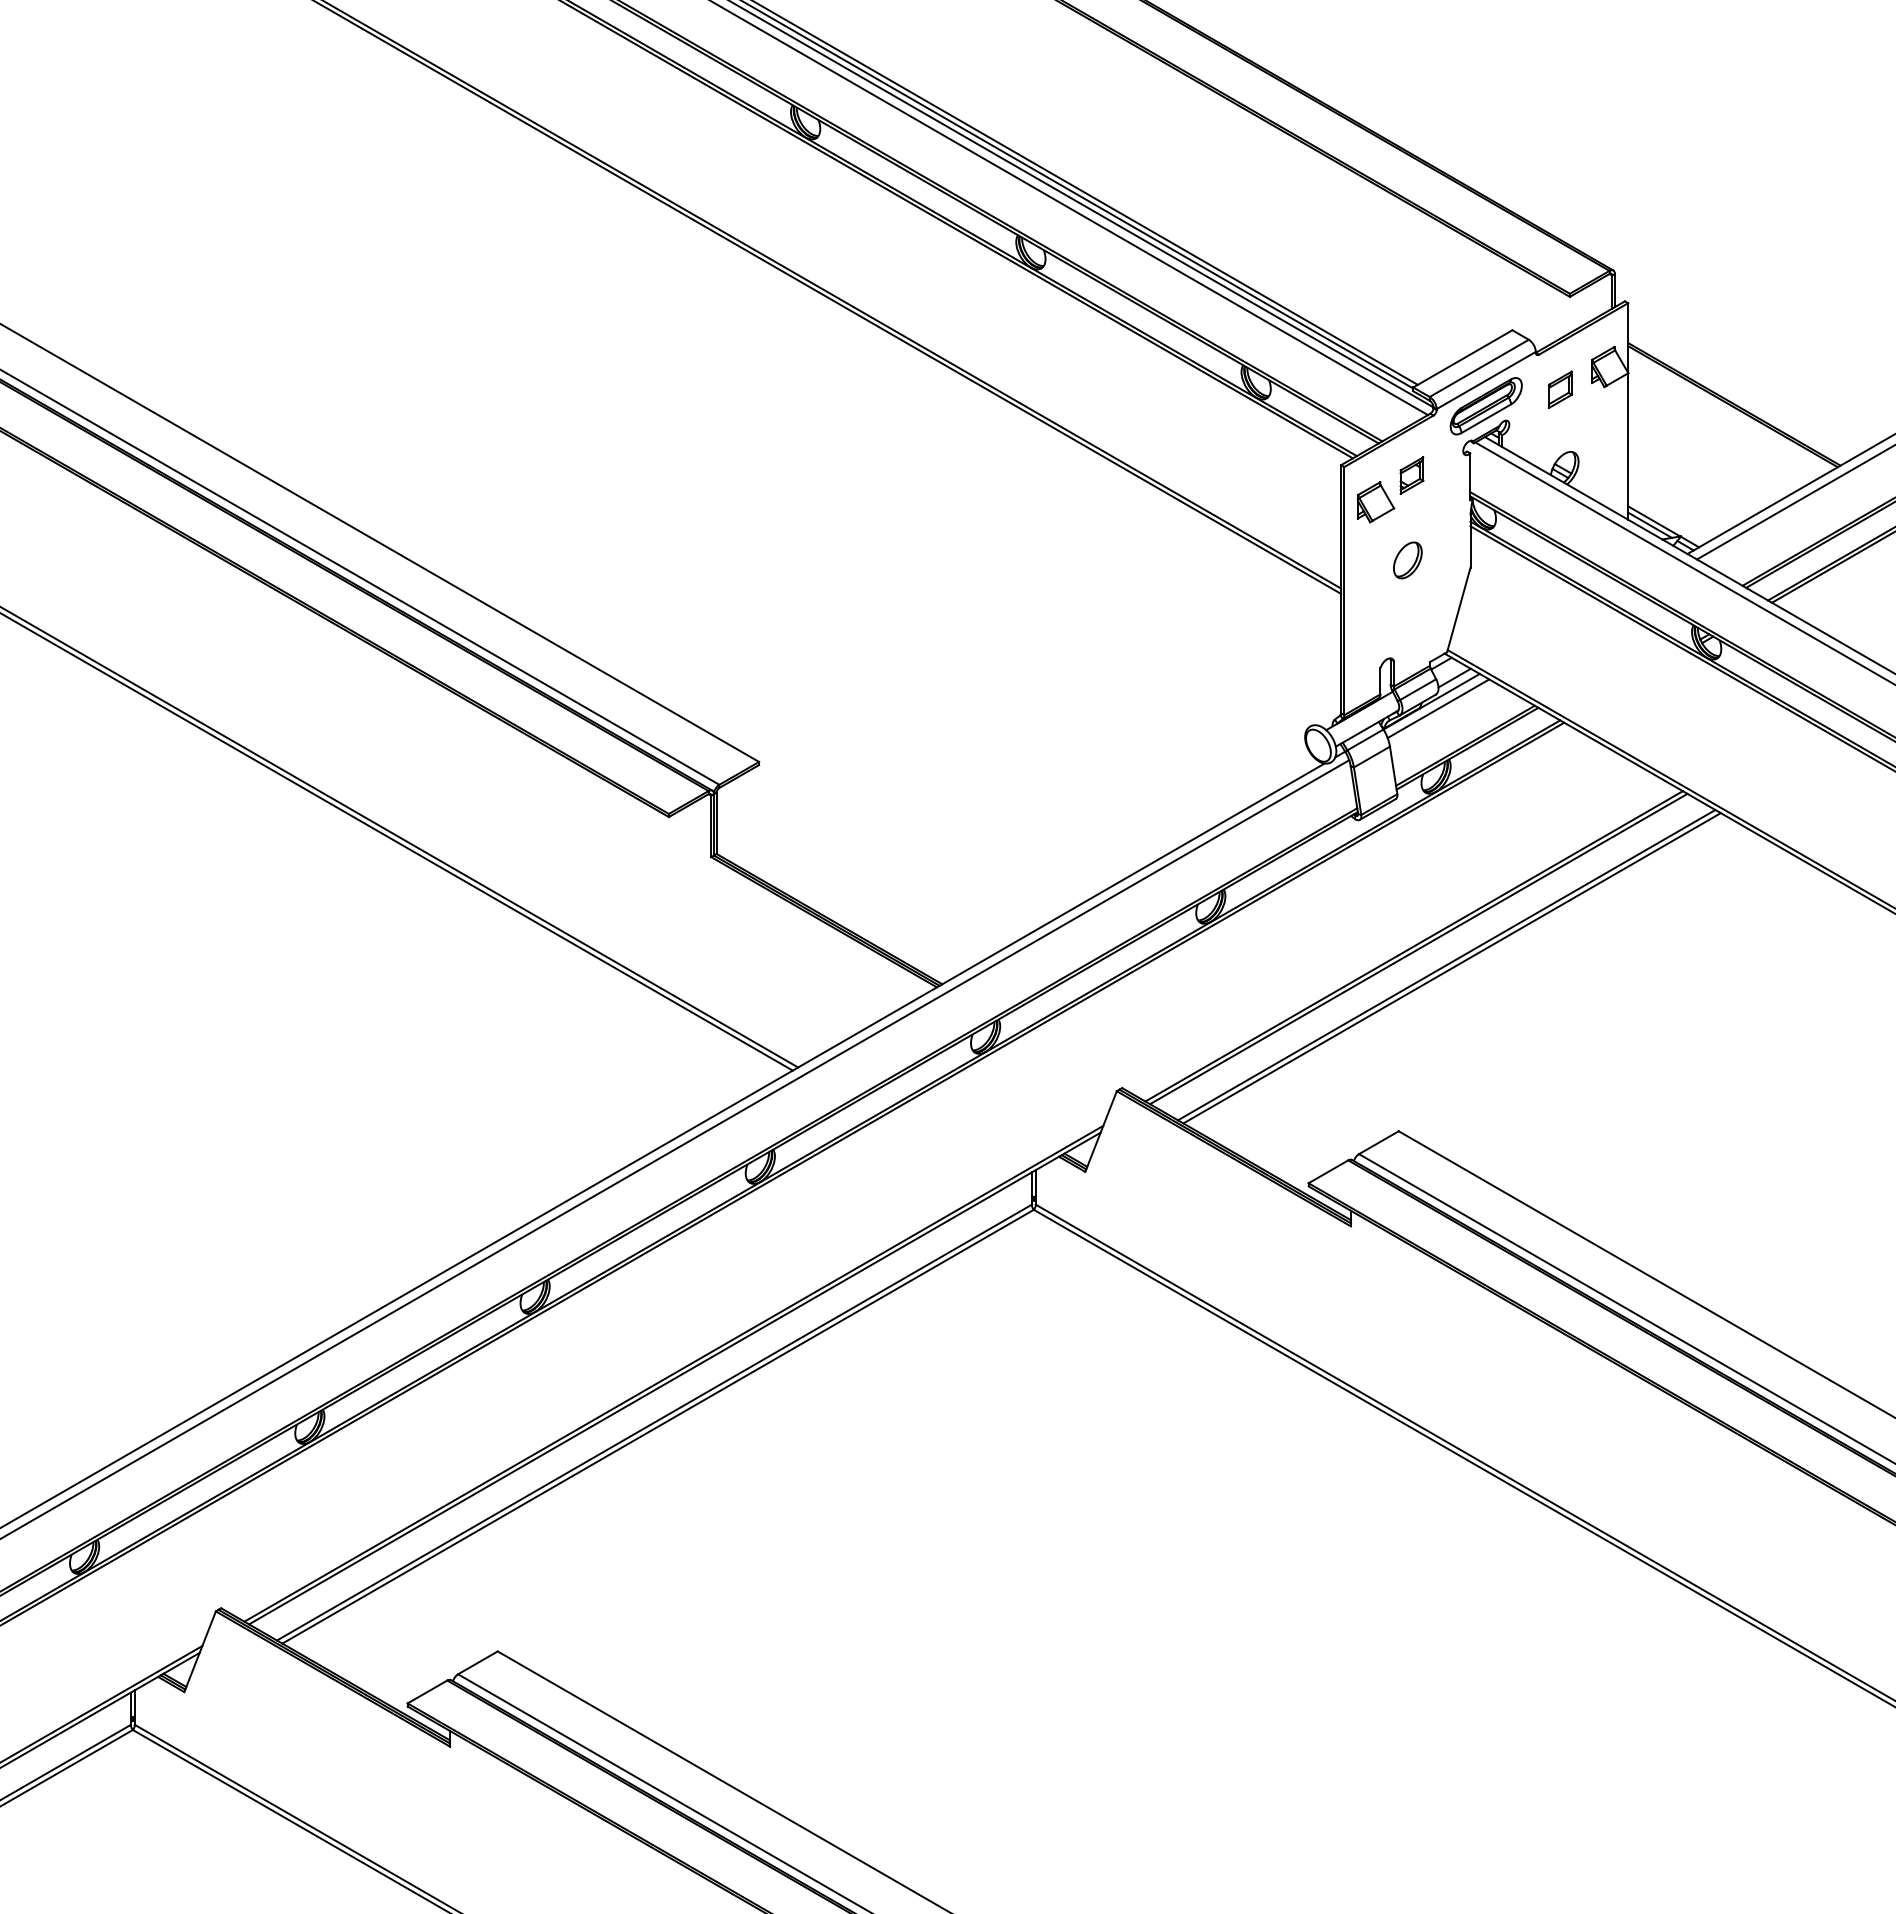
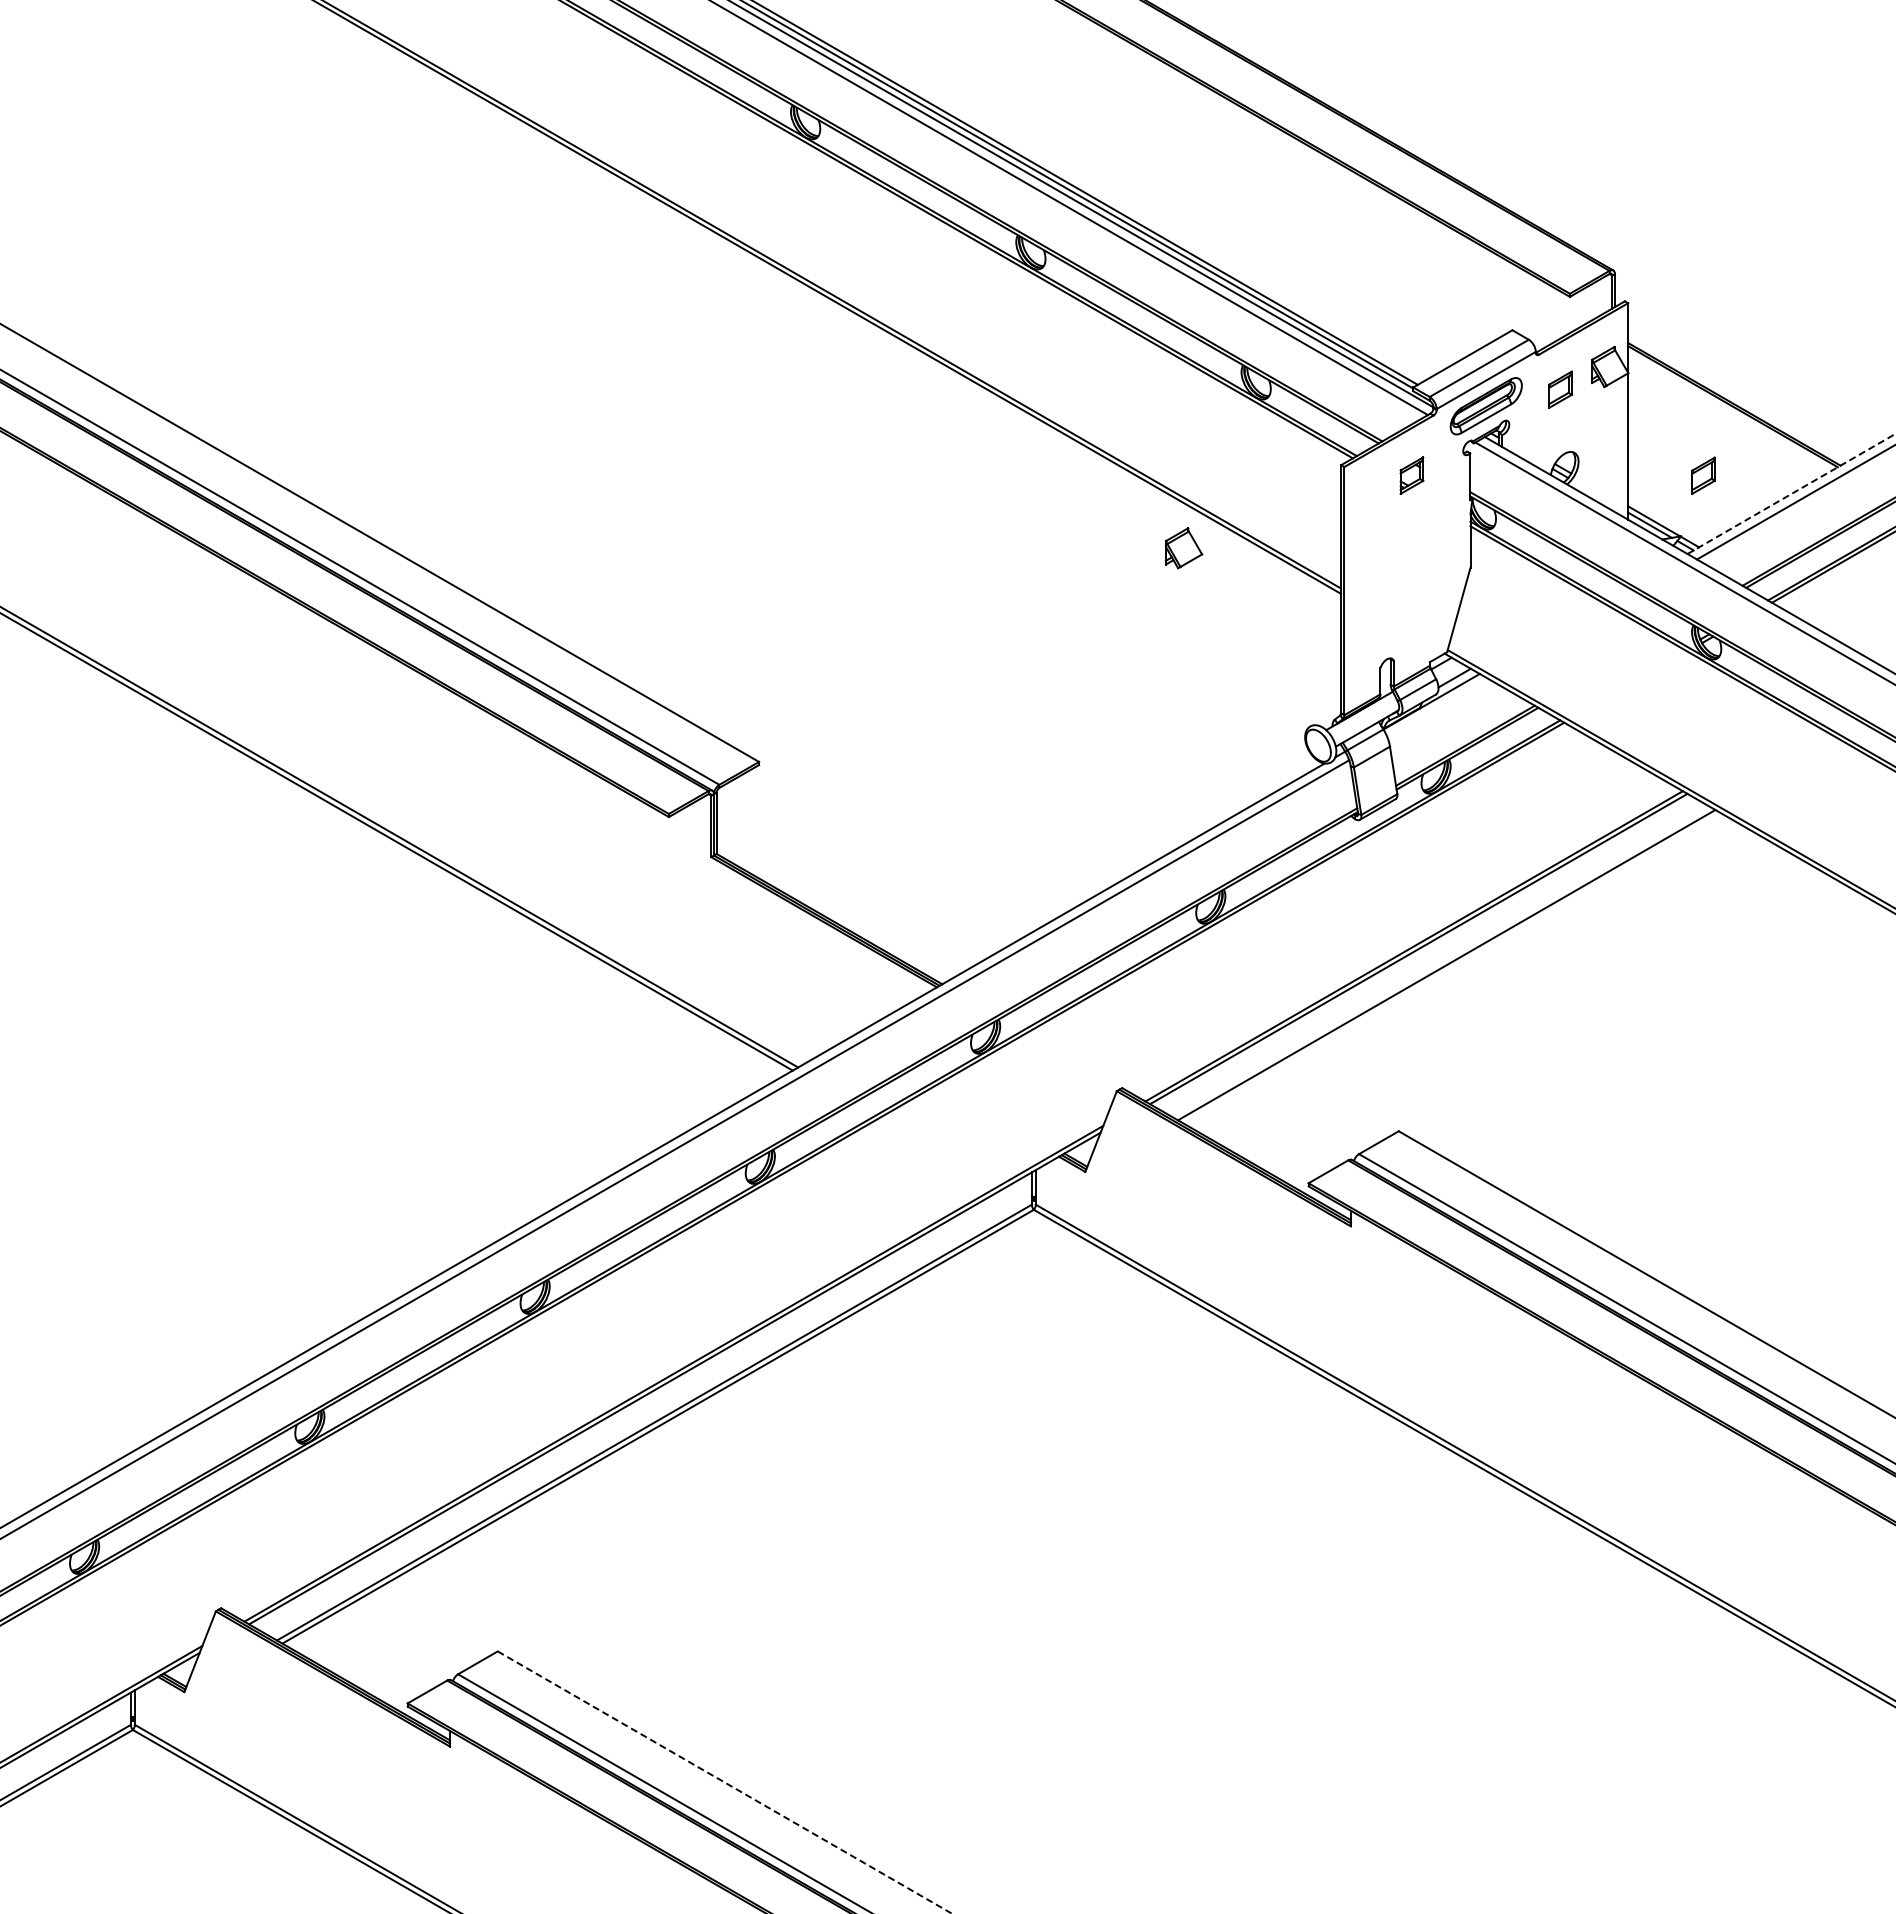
part at (1703, 475): none -> present
line at (1792, 493): solid -> dashed
part at (1375, 502) position: (1375, 502) -> (1183, 548)
part at (1407, 560): present -> none
line at (1438, 708): present -> none
line at (1451, 968): present -> none
line at (725, 1782): solid -> dashed
